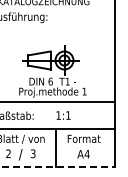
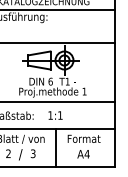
line at (58, 9): none -> present
line at (58, 42): none -> present
text at (63, 115) position: (63, 115) -> (55, 115)
line at (58, 166): dashed -> solid
